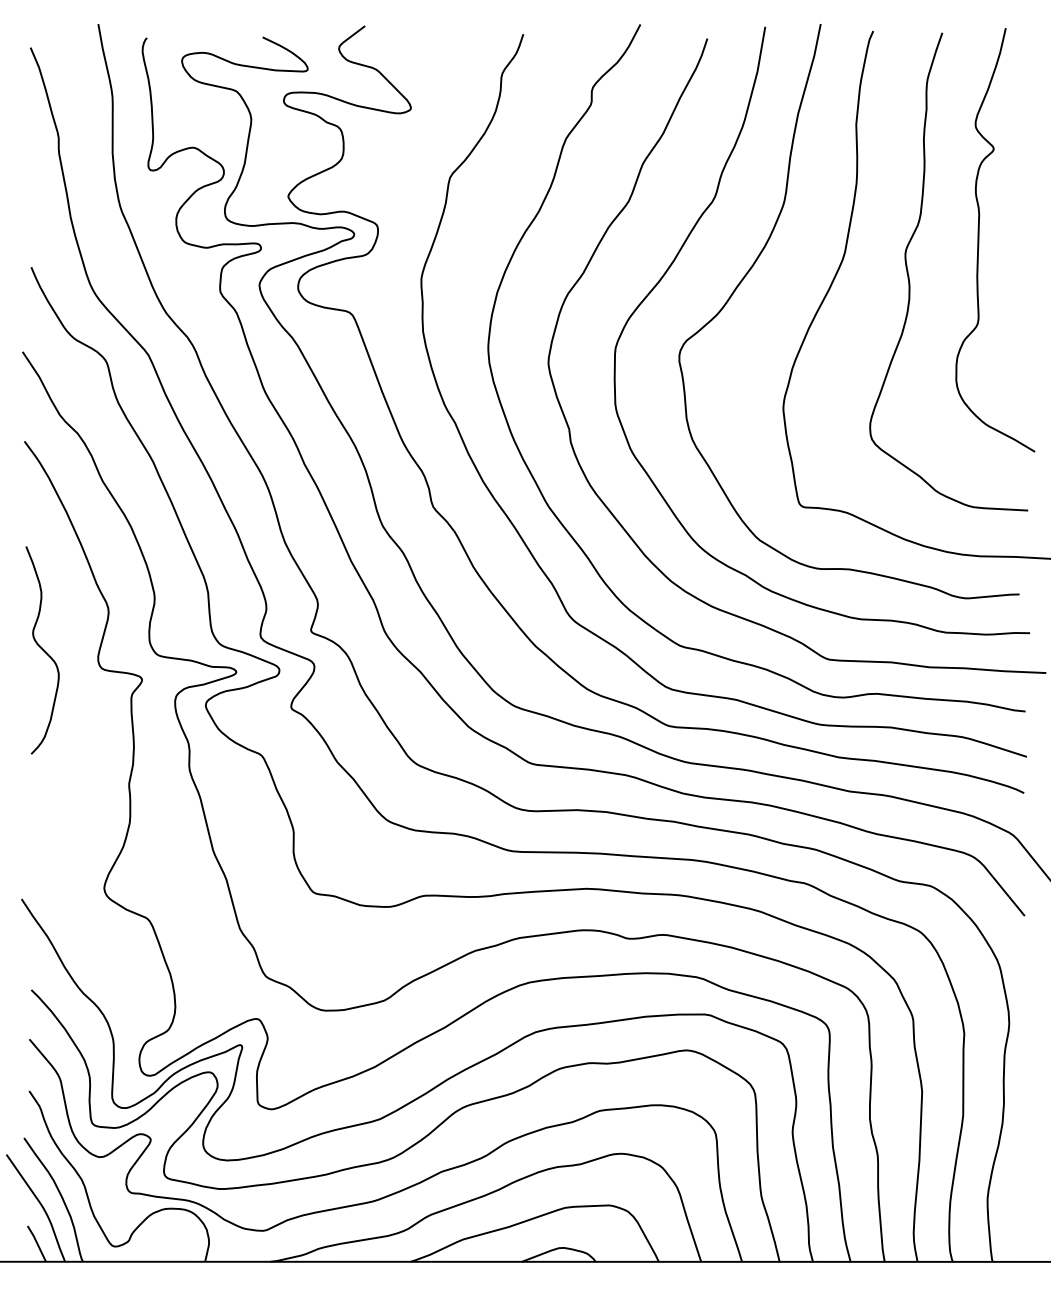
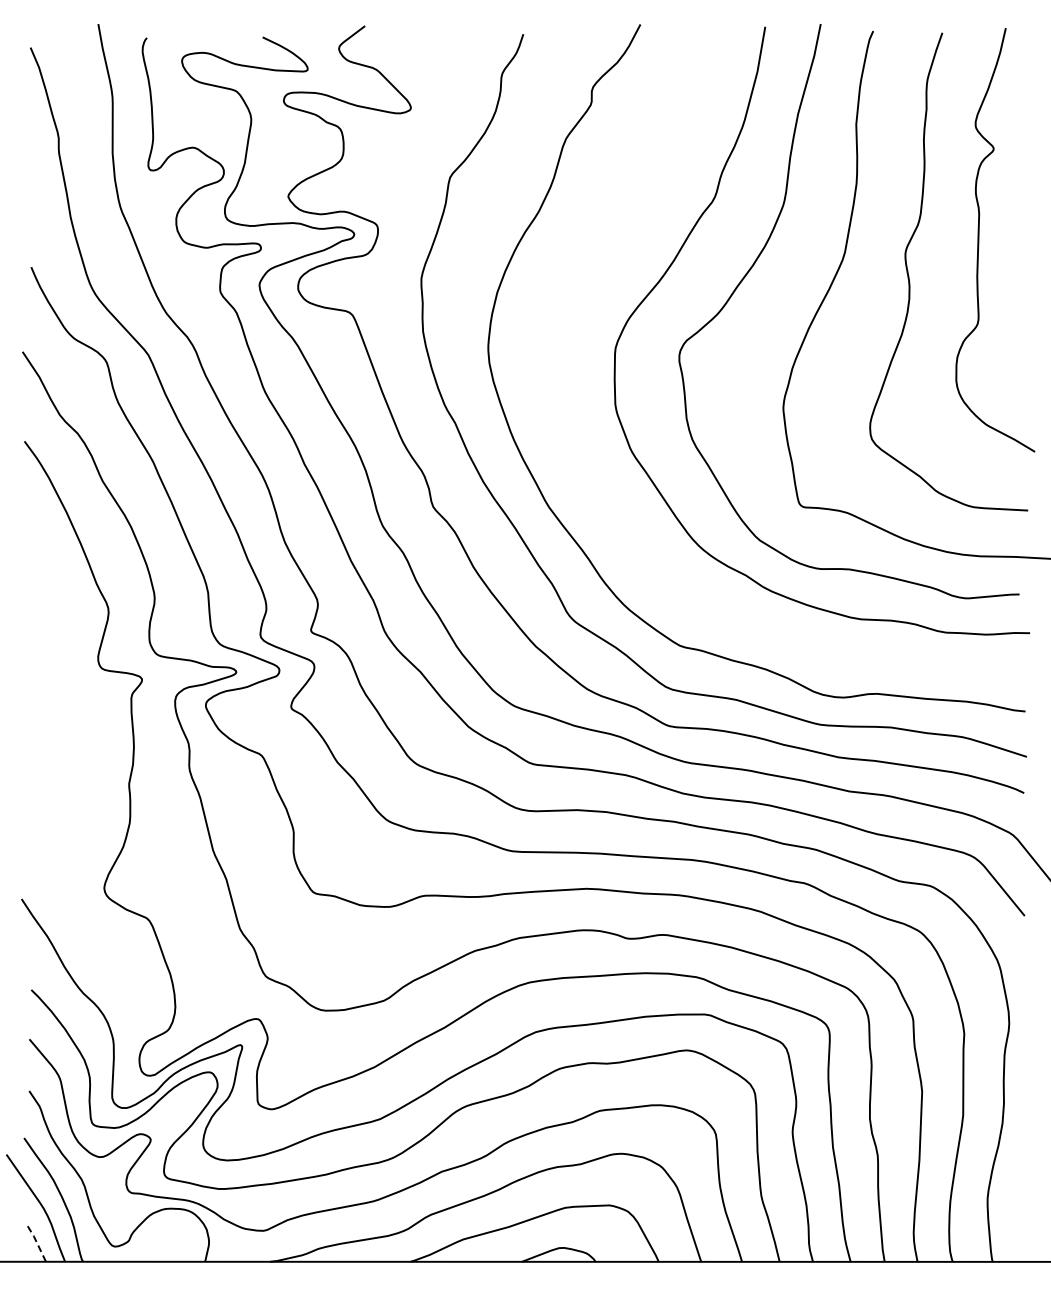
curve at (602, 240): present -> none
curve at (42, 650): present -> none
line at (37, 1243): solid -> dashed
